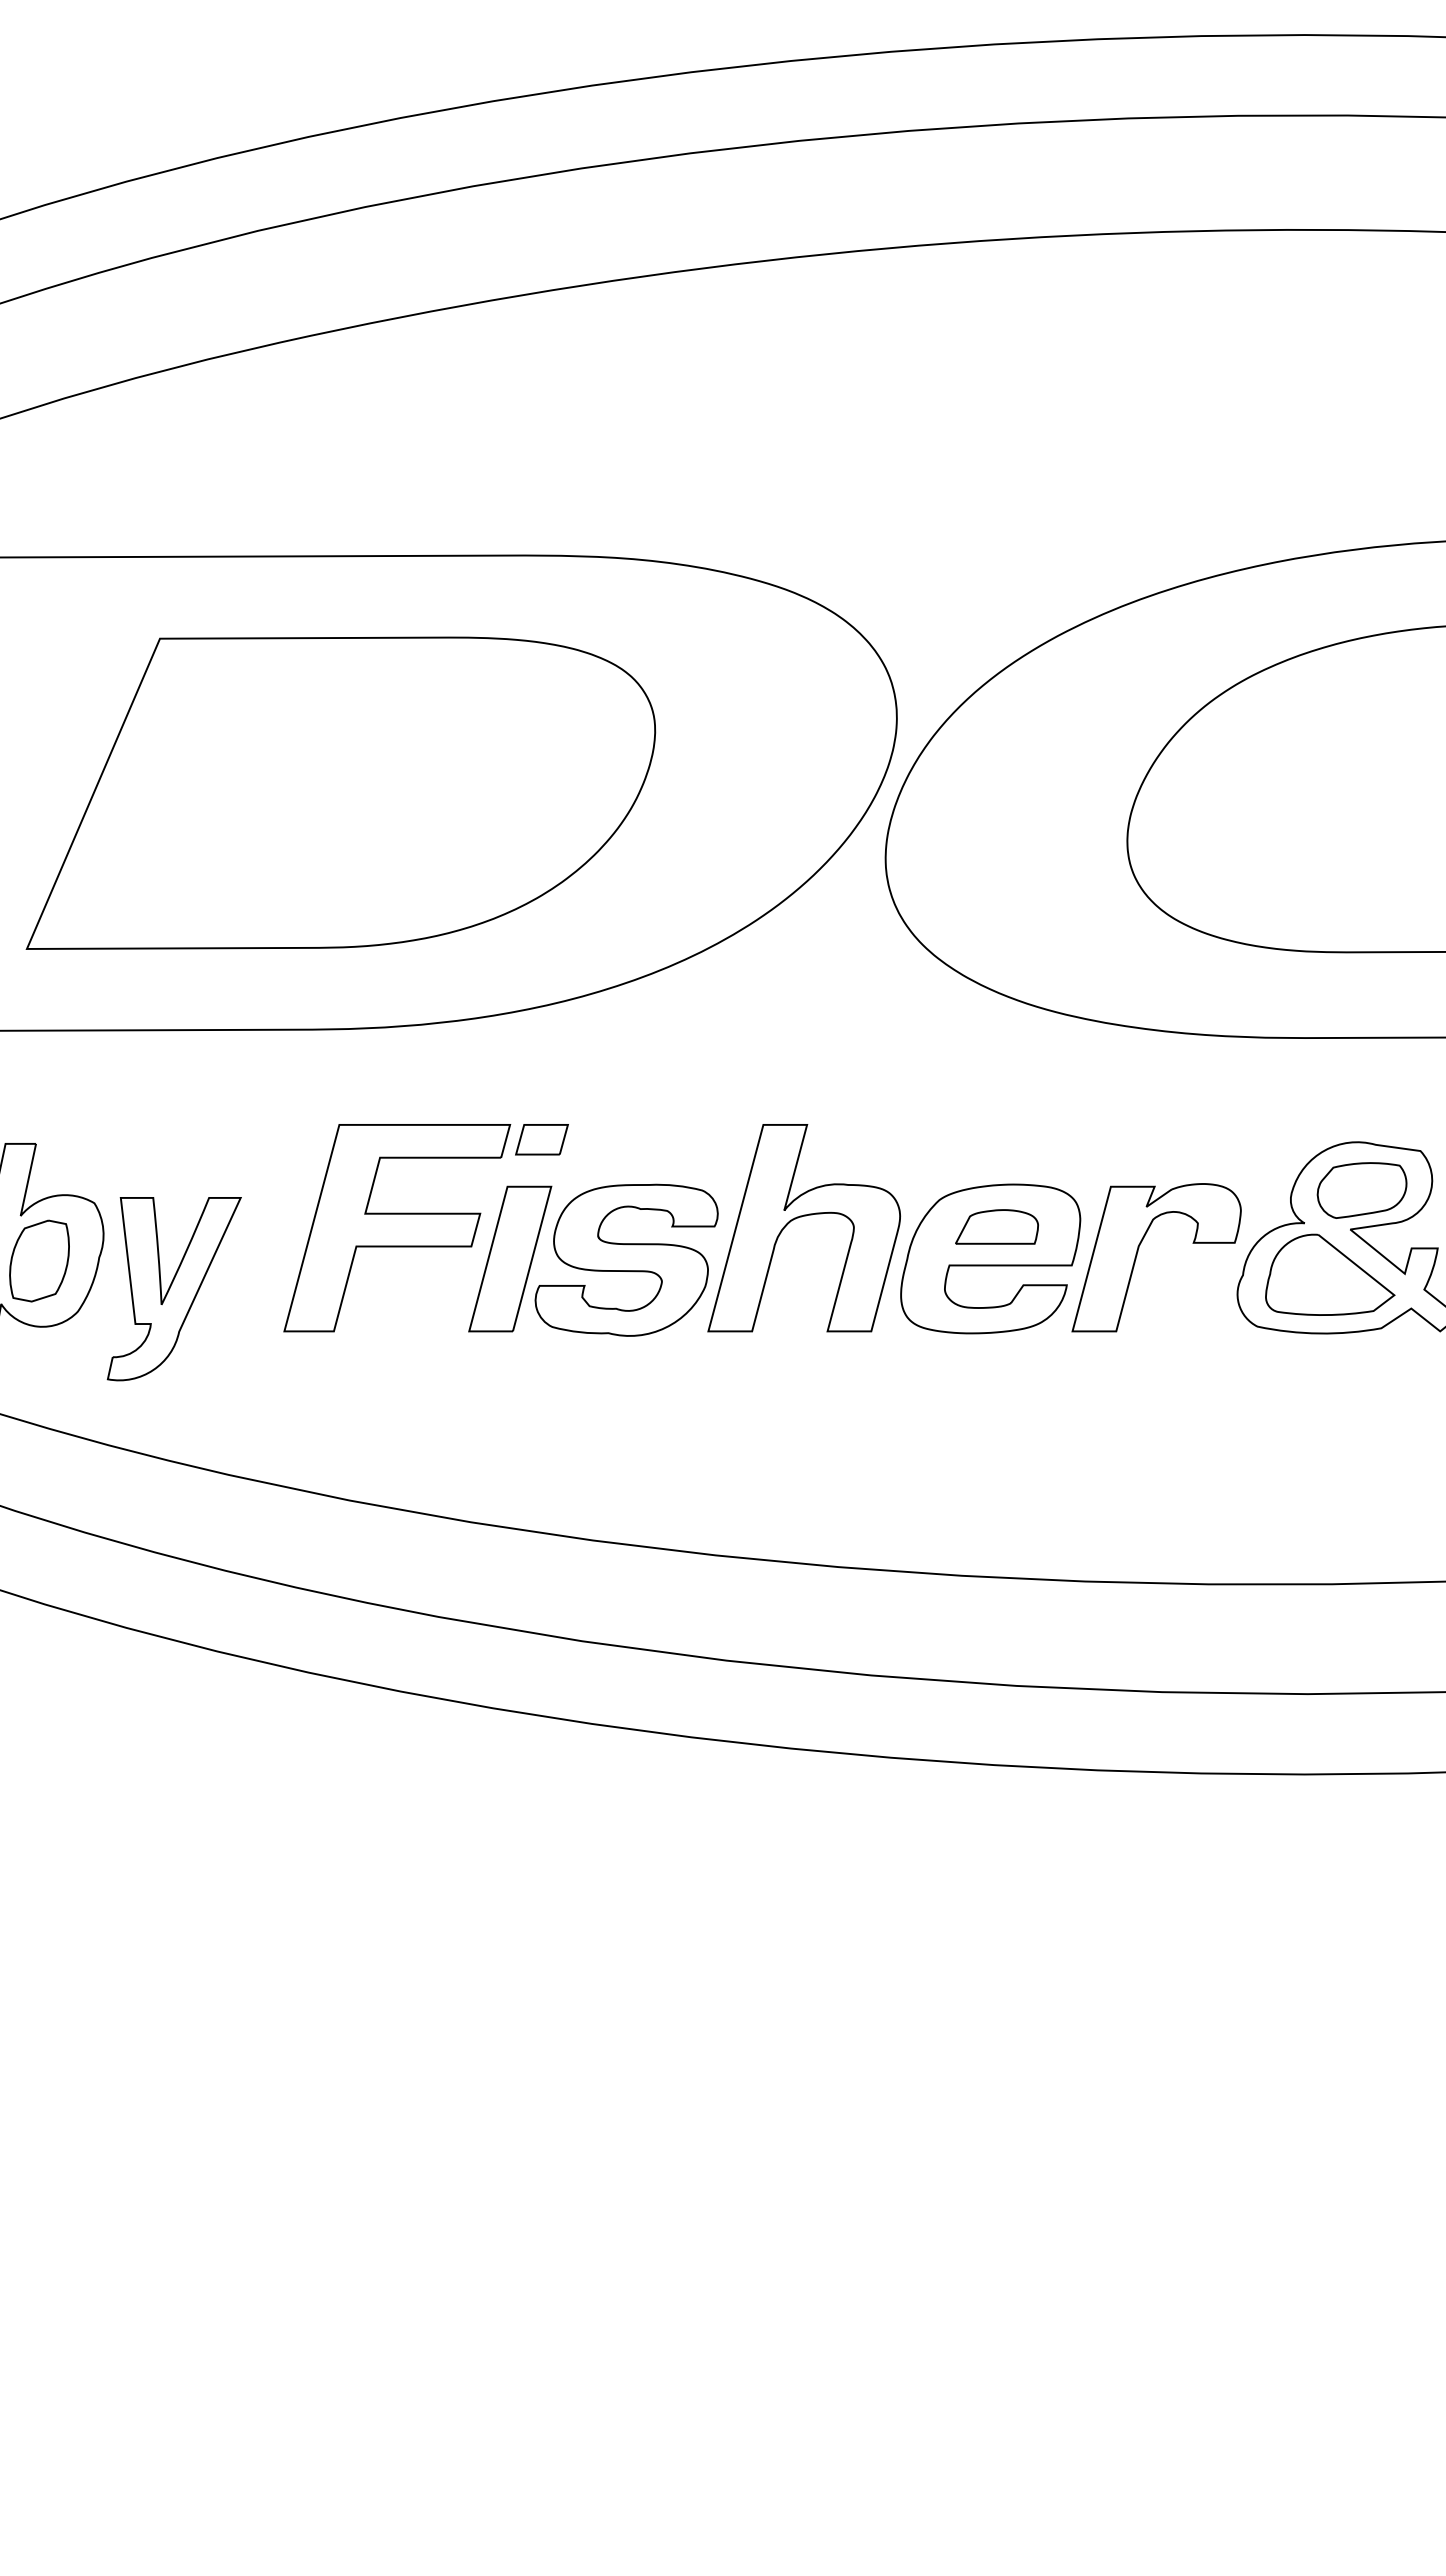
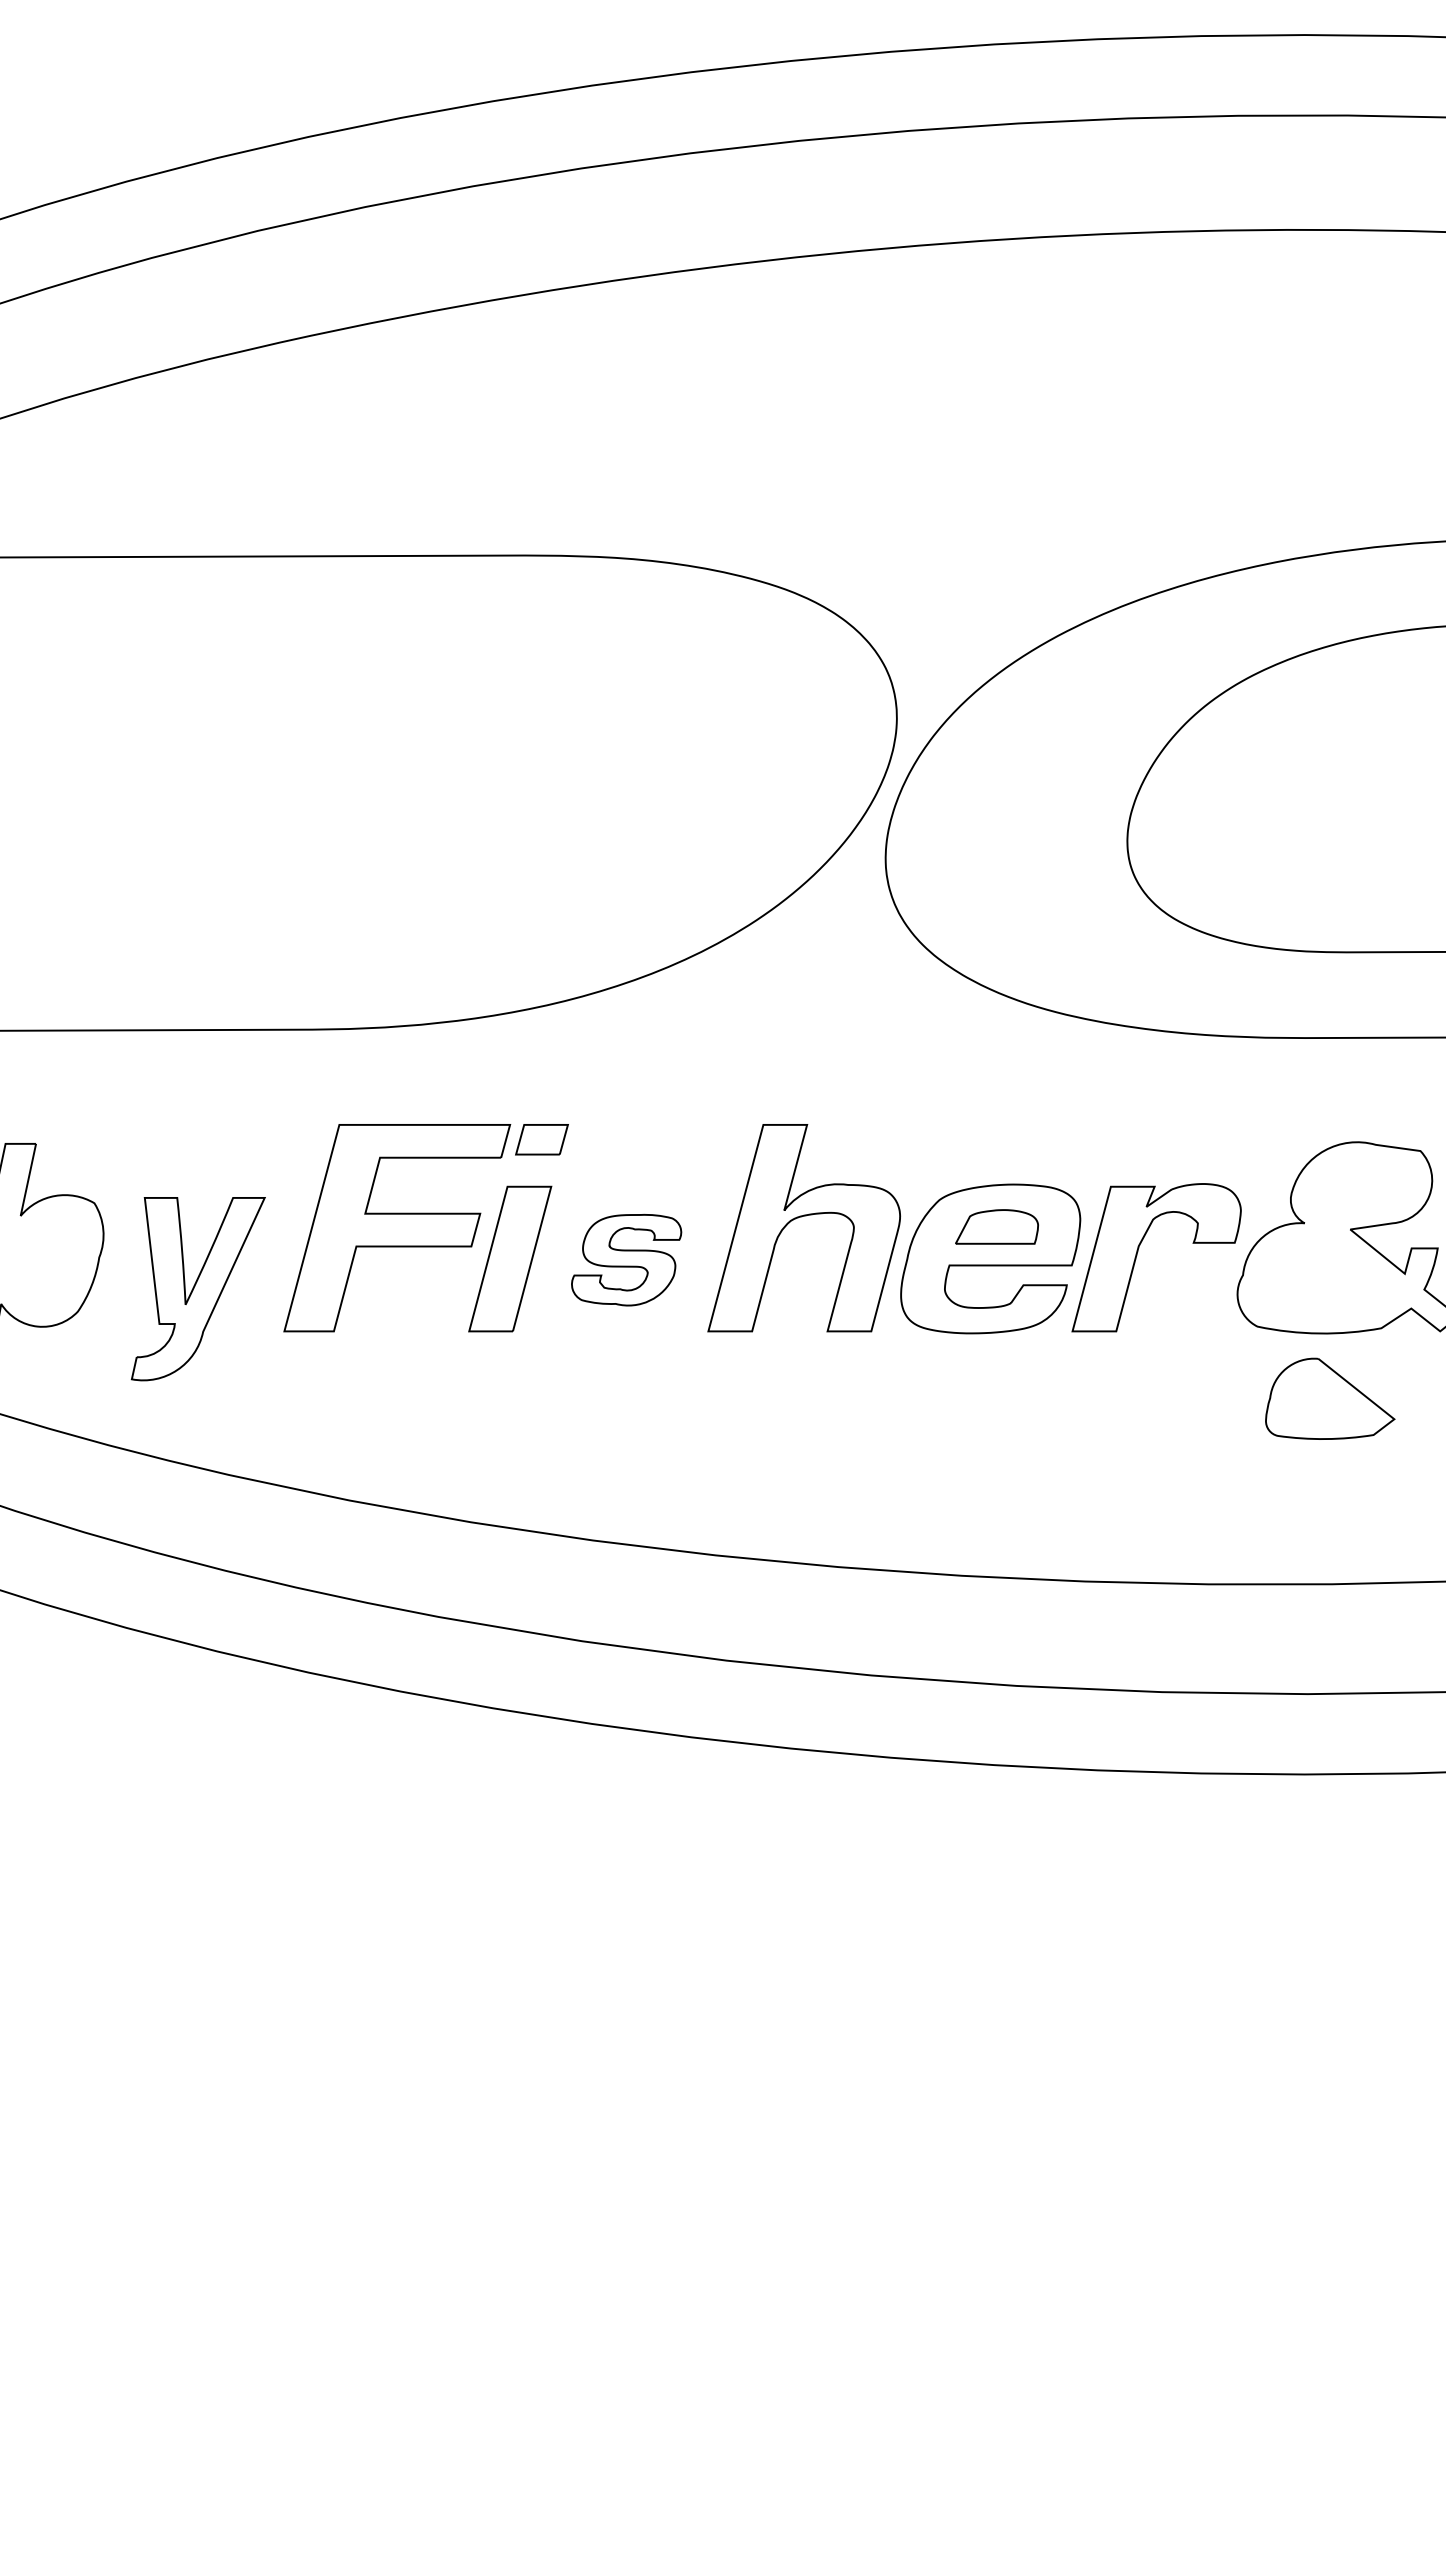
part at (340, 792): present -> none
part at (1361, 1190): present -> none
part at (626, 1259) size: 185x154 px -> 112x93 px
part at (39, 1260): present -> none
part at (1330, 1274) position: (1330, 1274) -> (1330, 1398)
part at (173, 1289) position: (173, 1289) -> (197, 1289)
